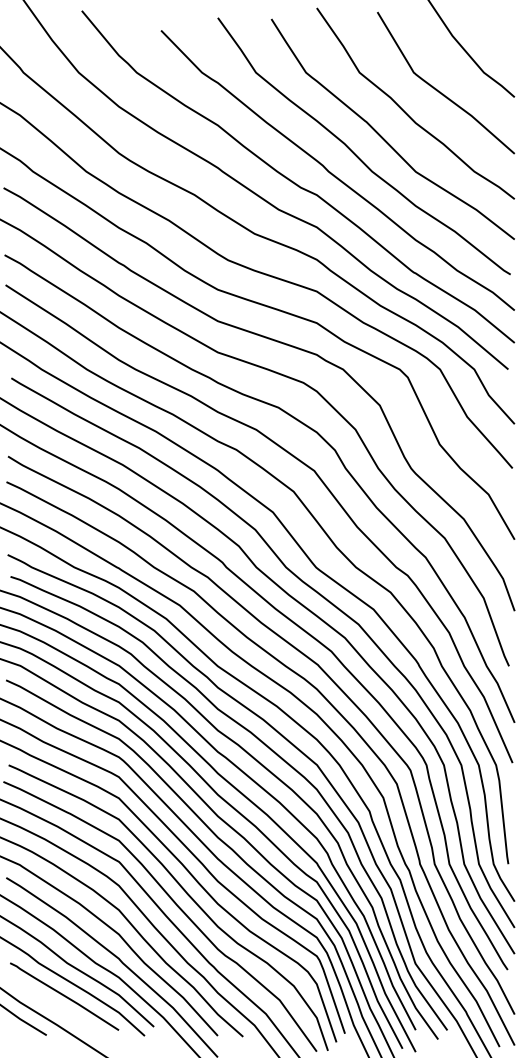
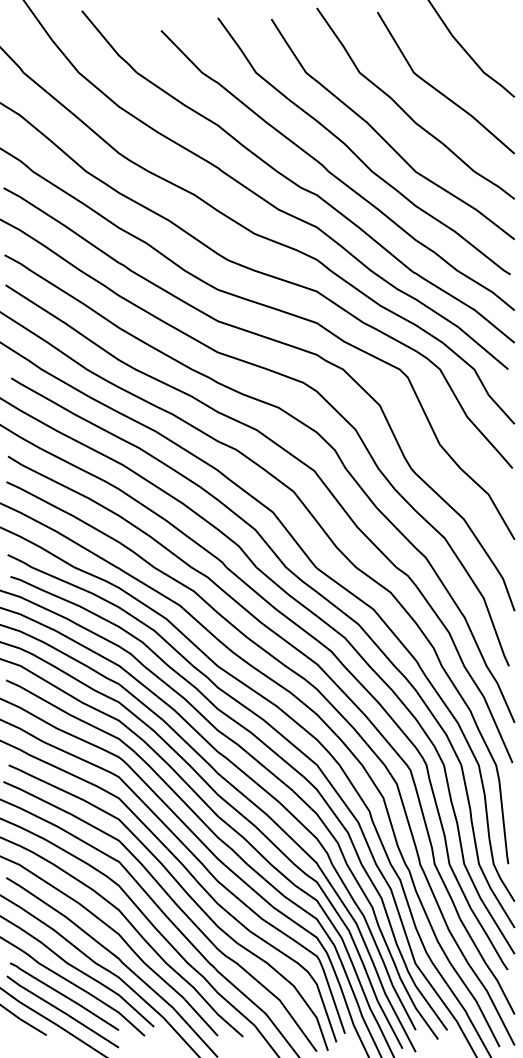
line at (62, 1011): none -> present
